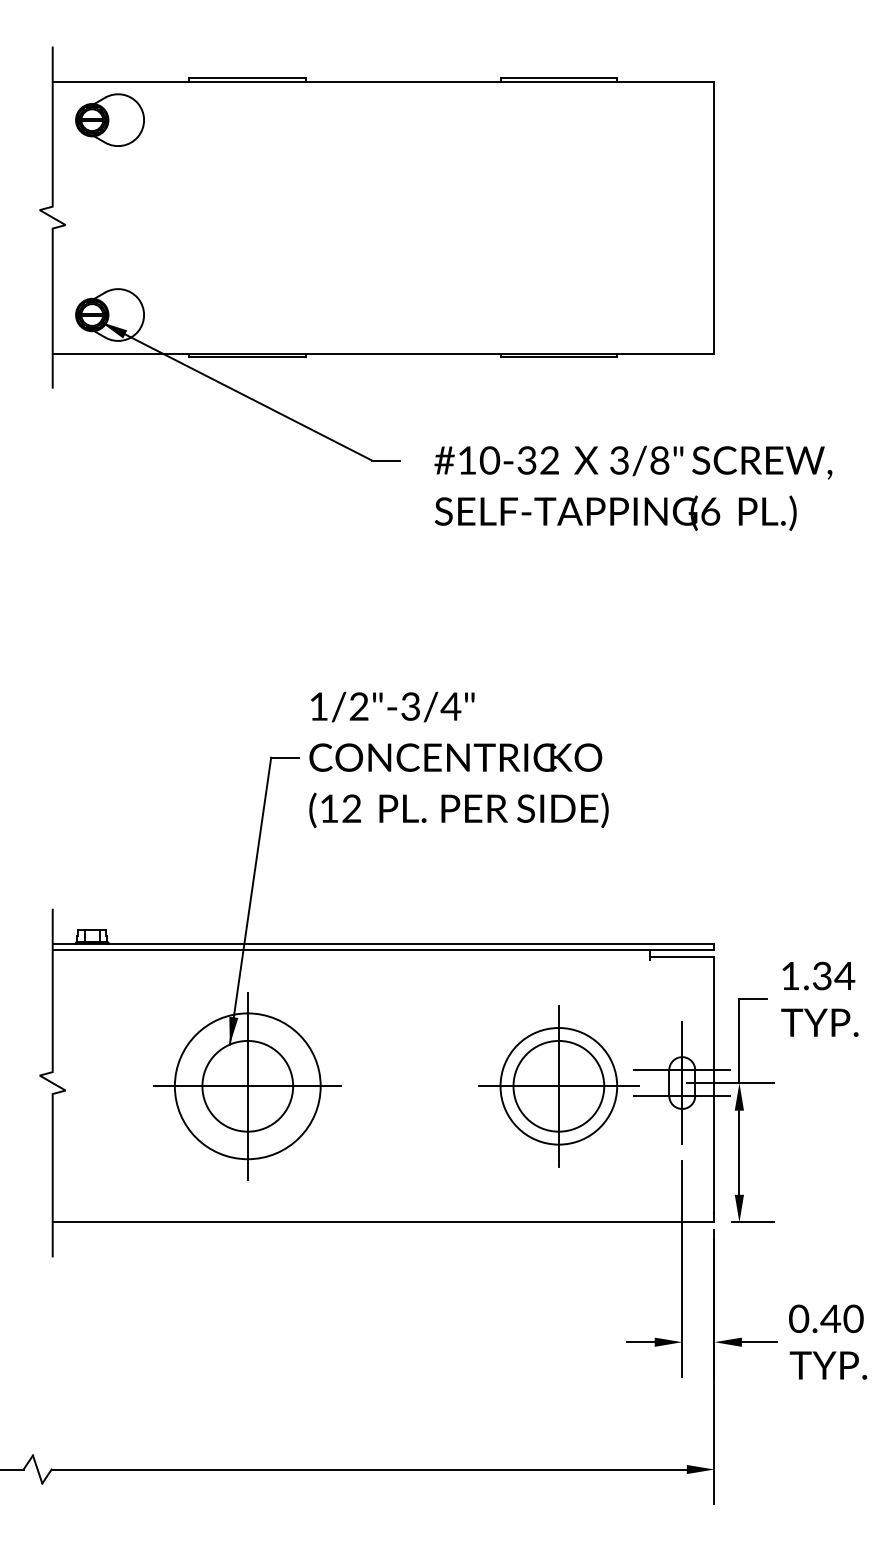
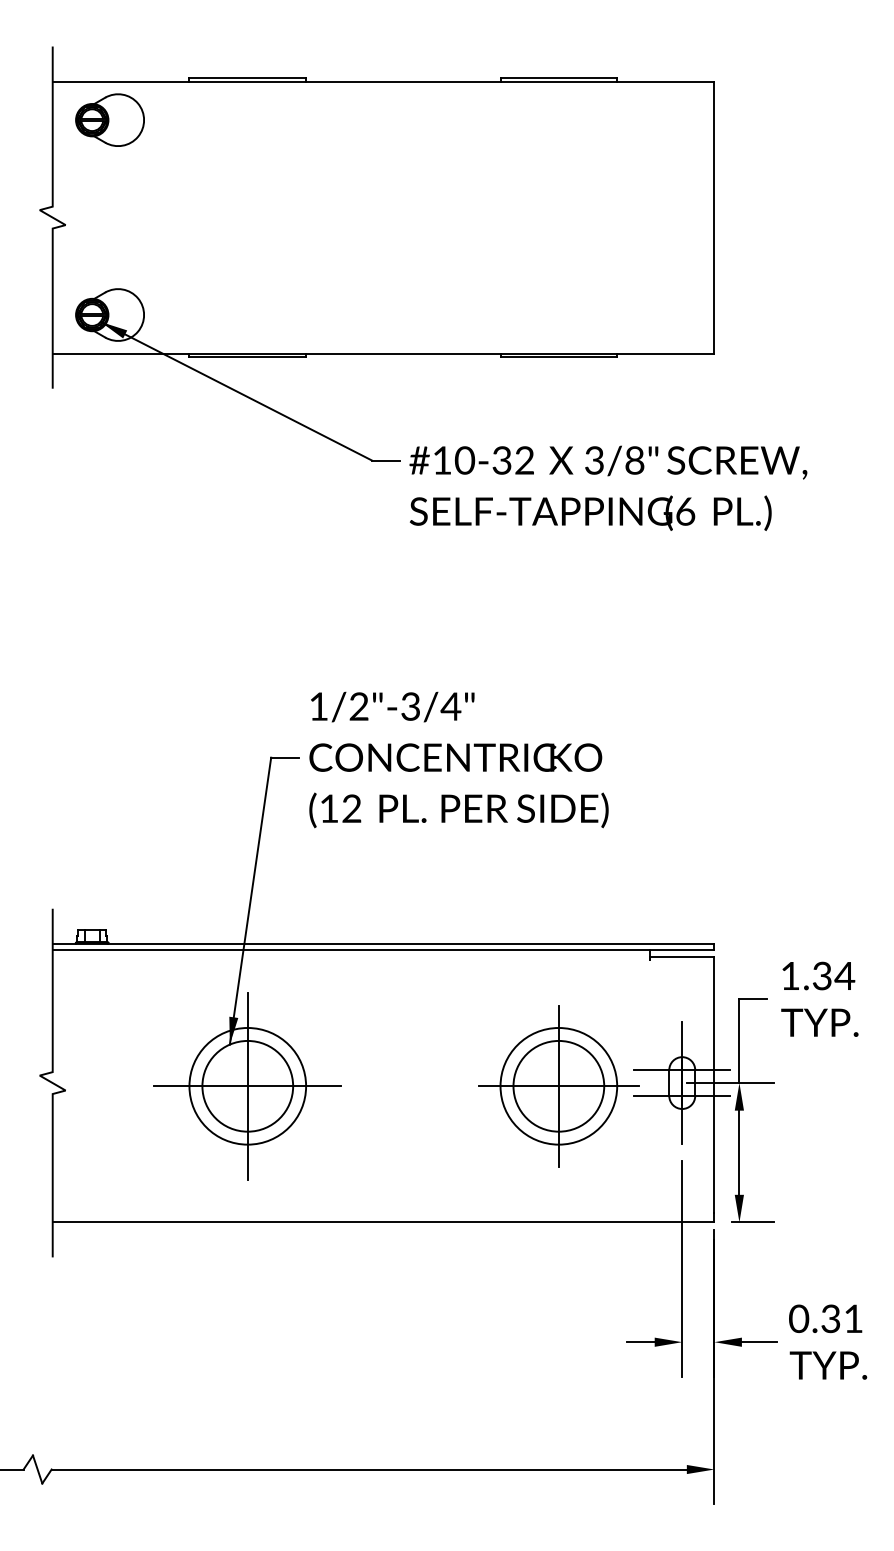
text at (633, 487) position: (633, 487) -> (608, 487)
circle at (247, 1086) diameter: 146 px -> 117 px
text at (841, 1318): 0.40 -> 0.31
